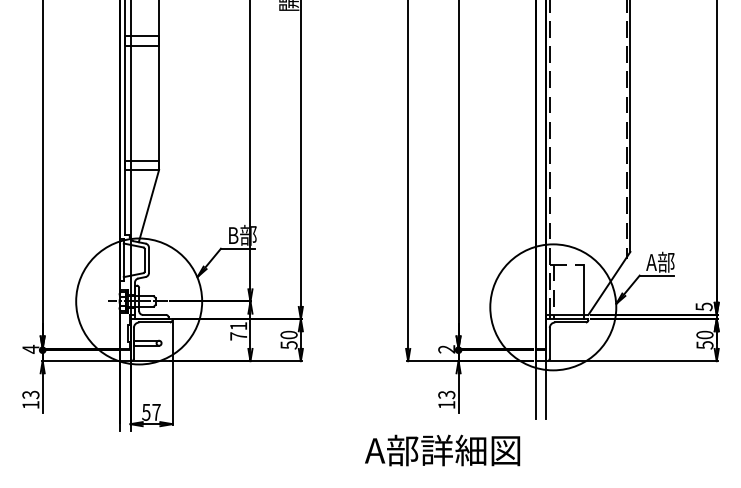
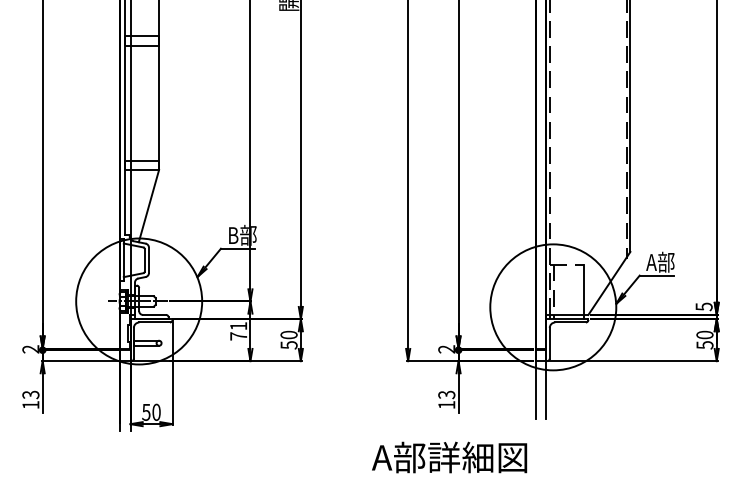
text at (30, 348): 4 -> 2
text at (156, 411): 57 -> 50
text at (442, 450) position: (442, 450) -> (449, 457)
